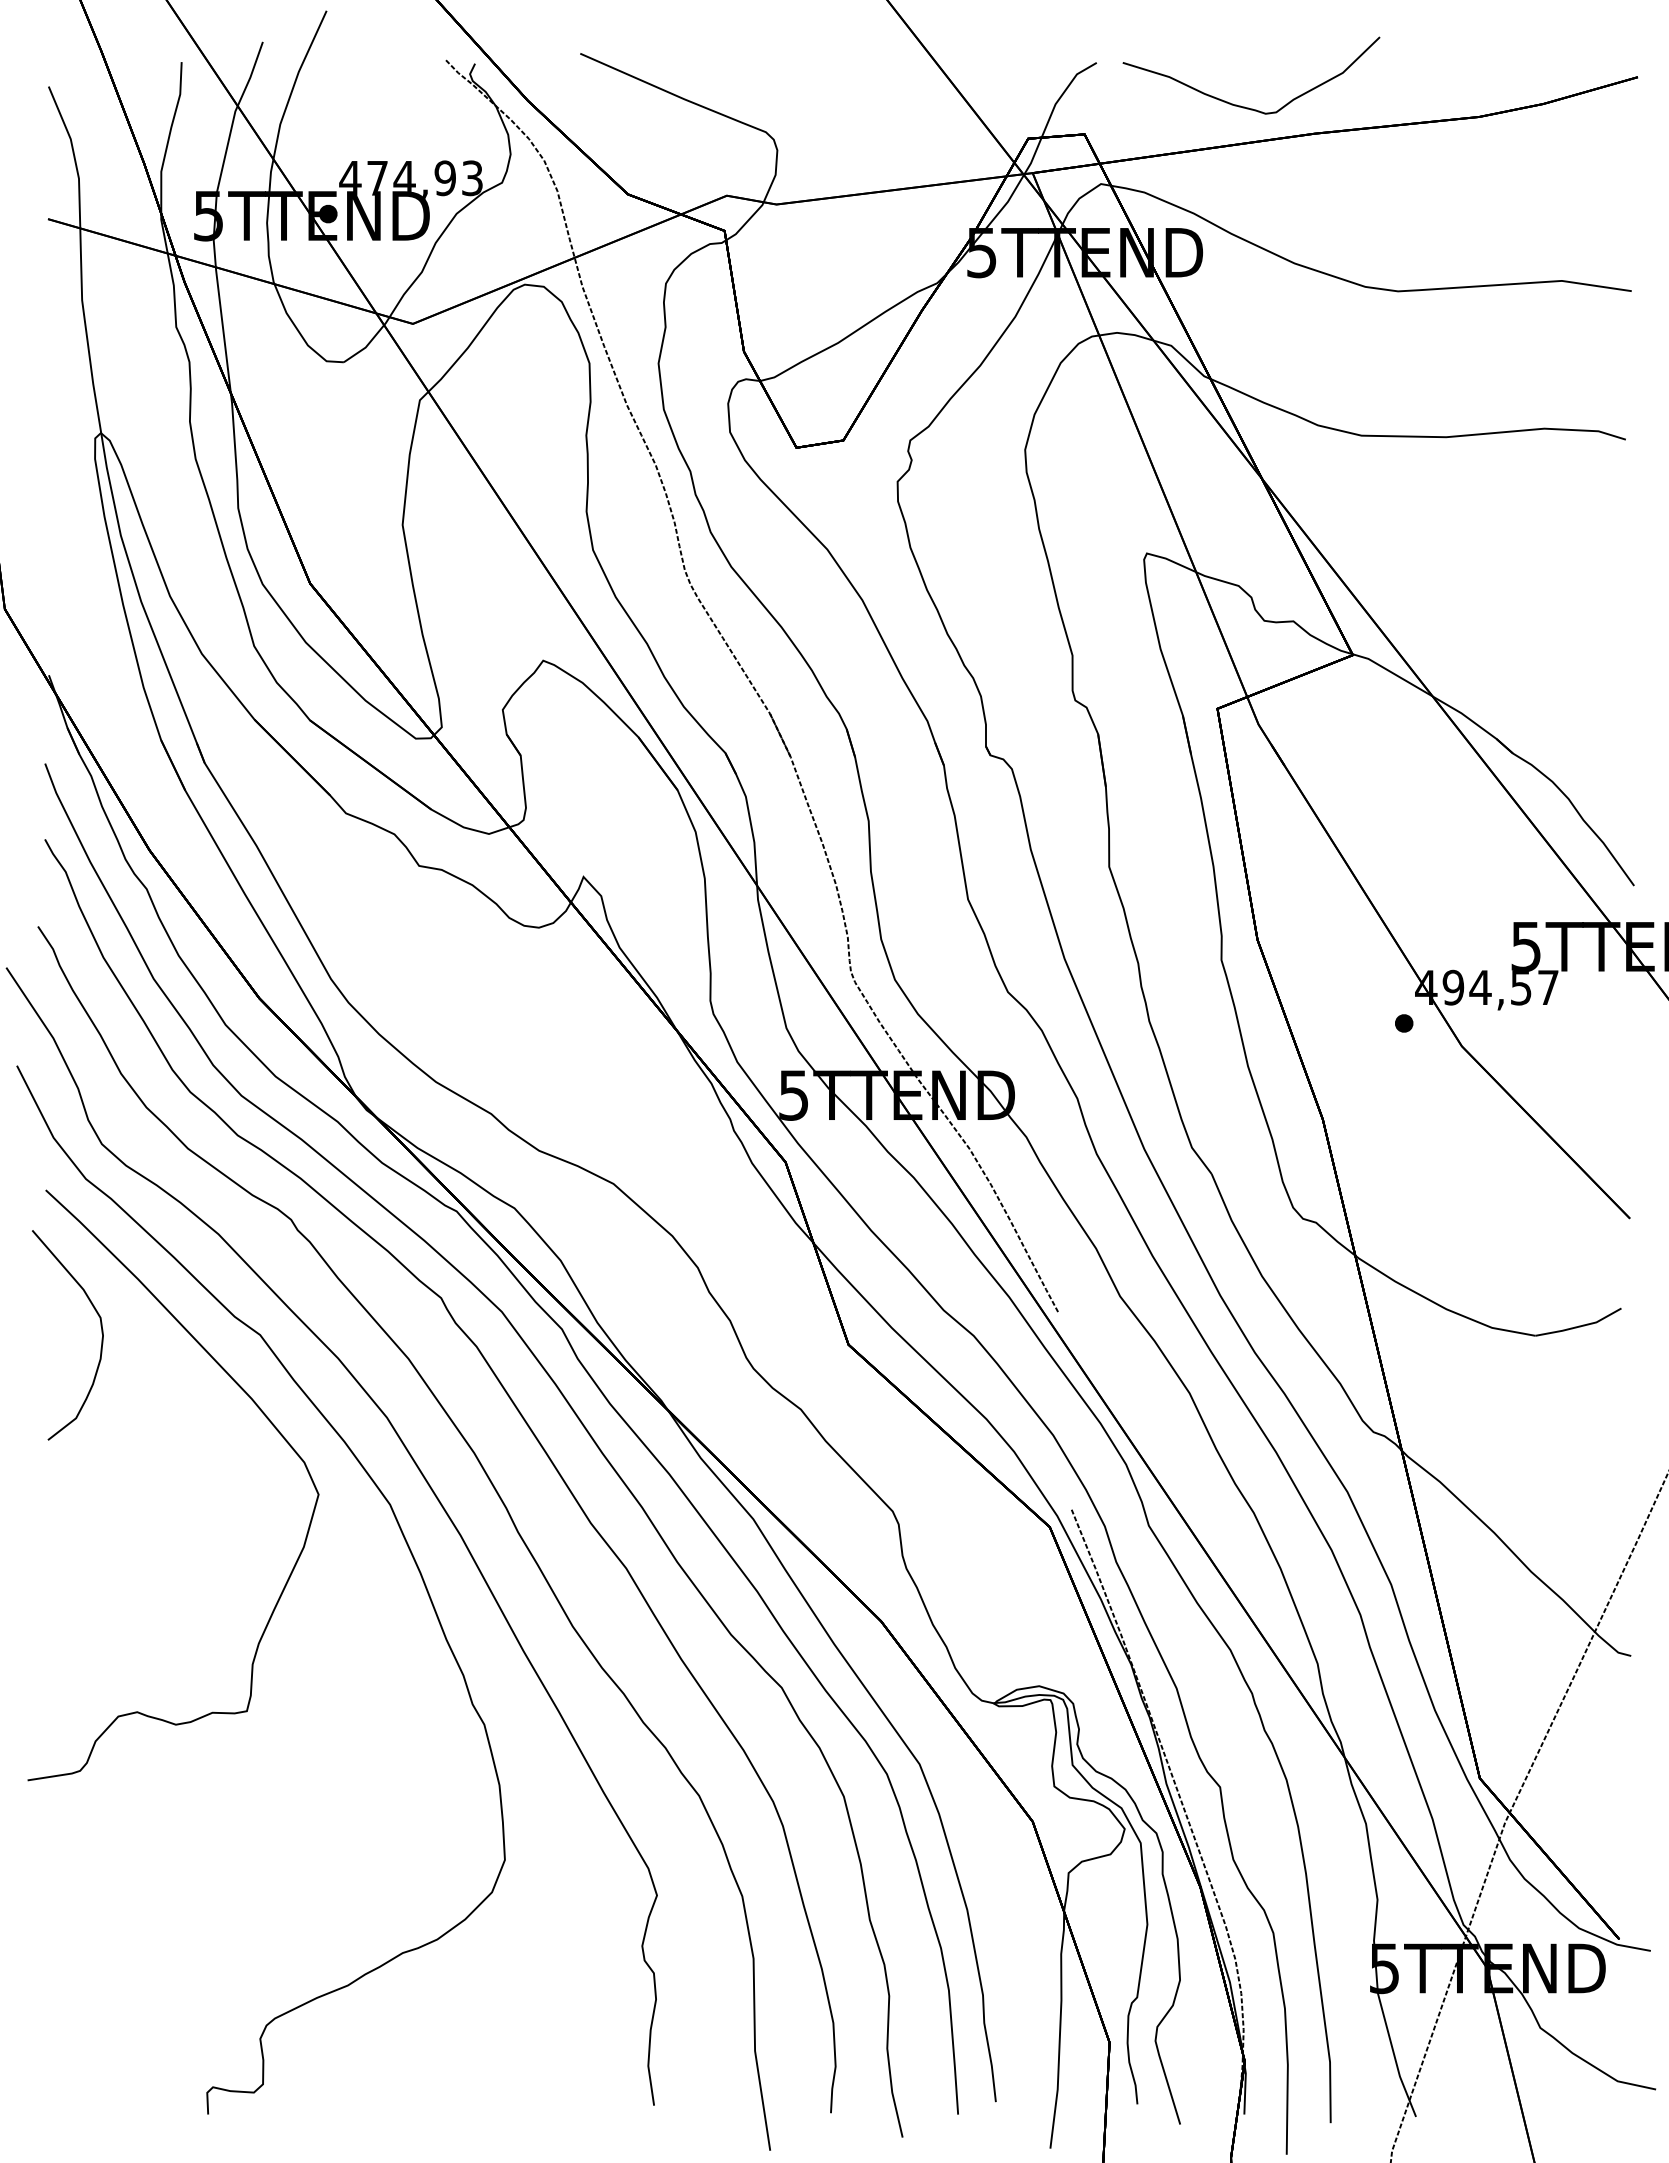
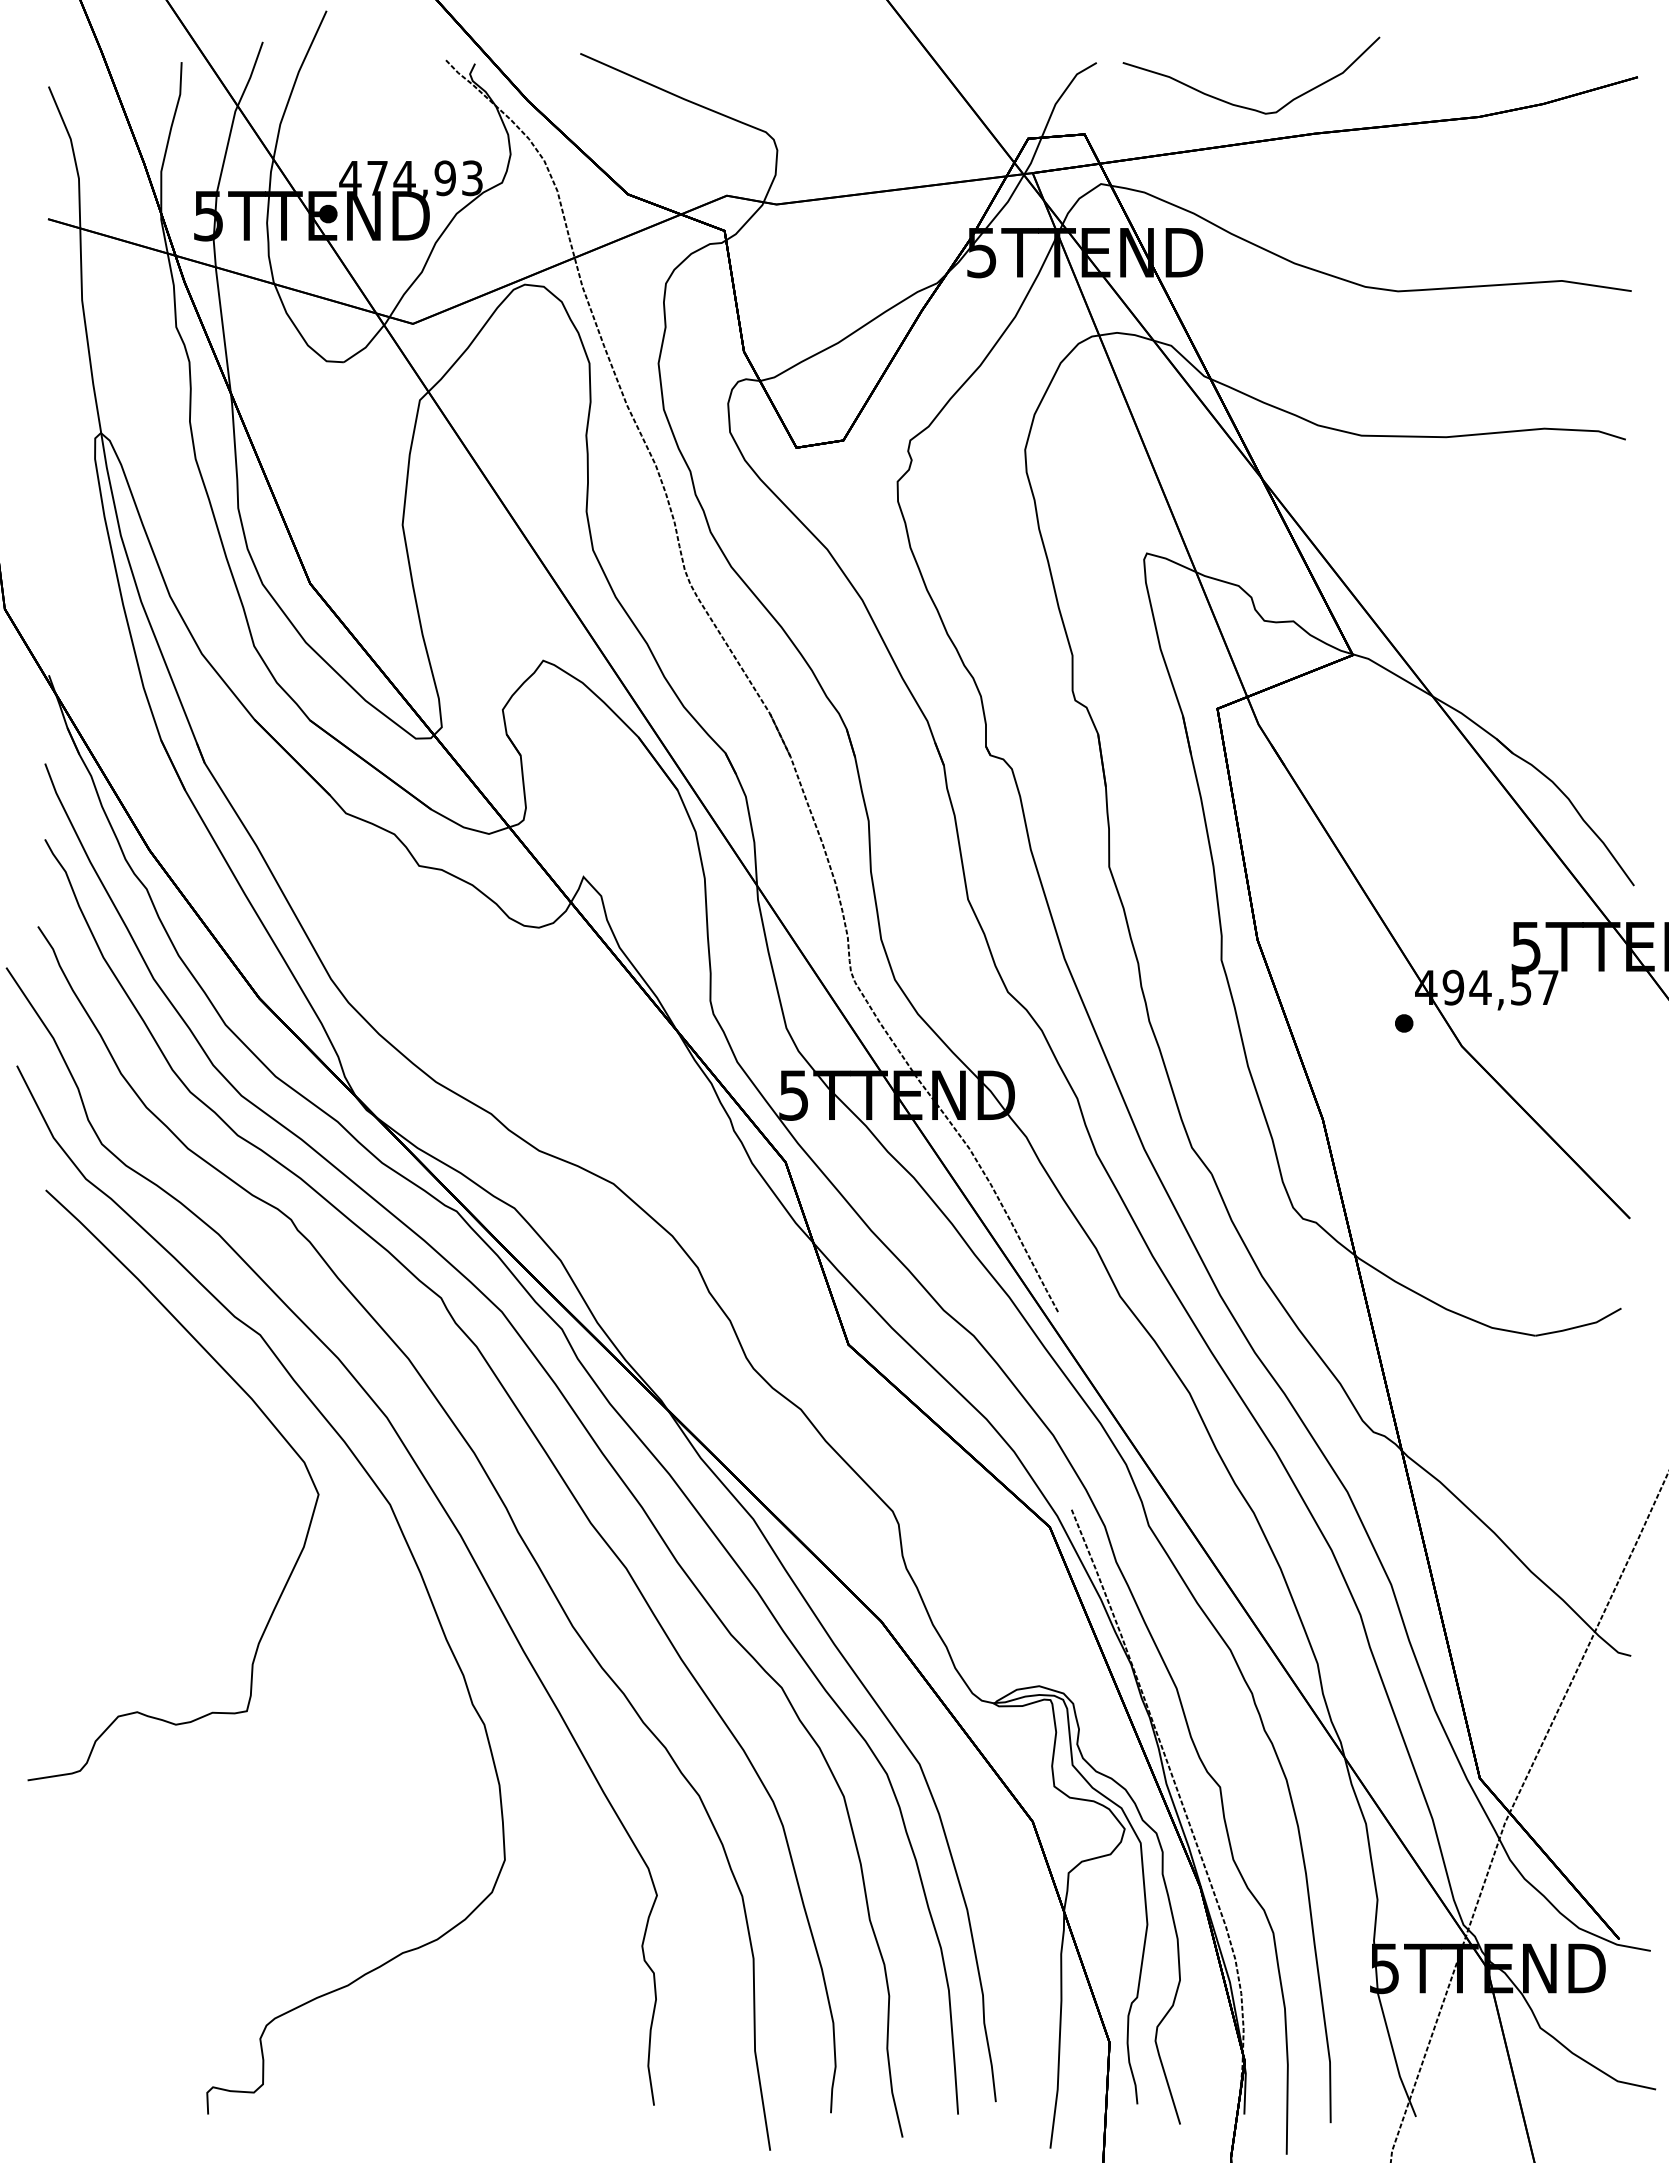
curve at (101, 1333): present -> none
